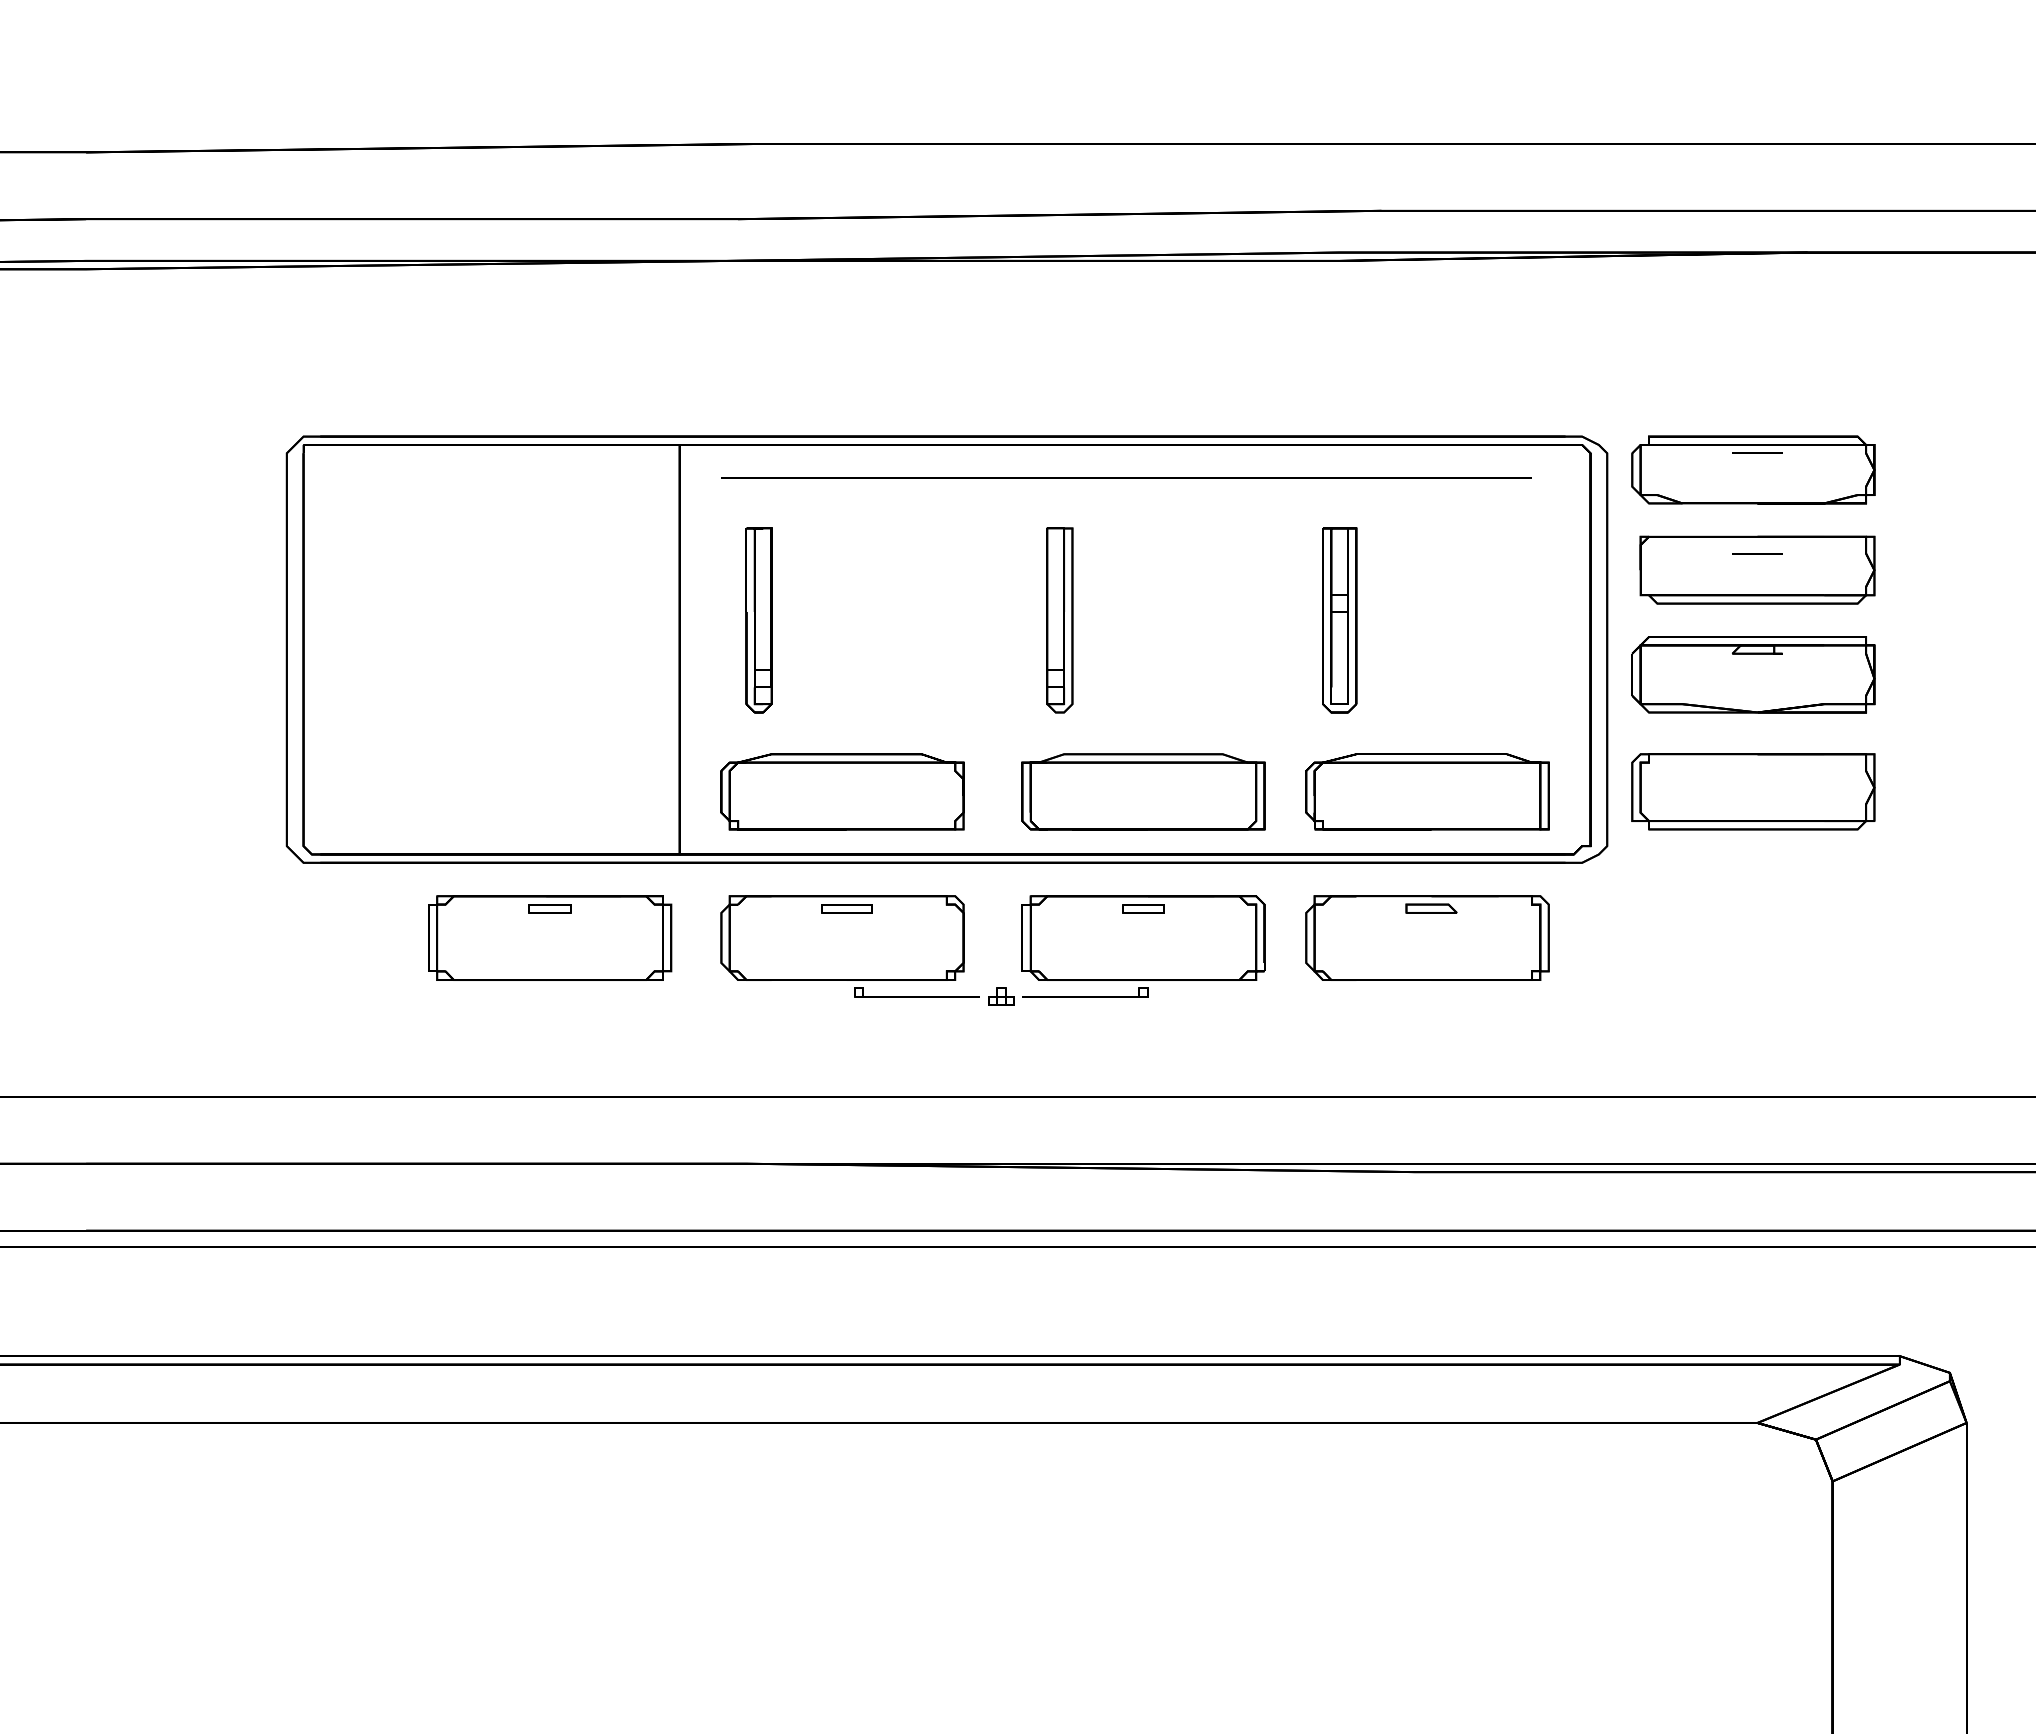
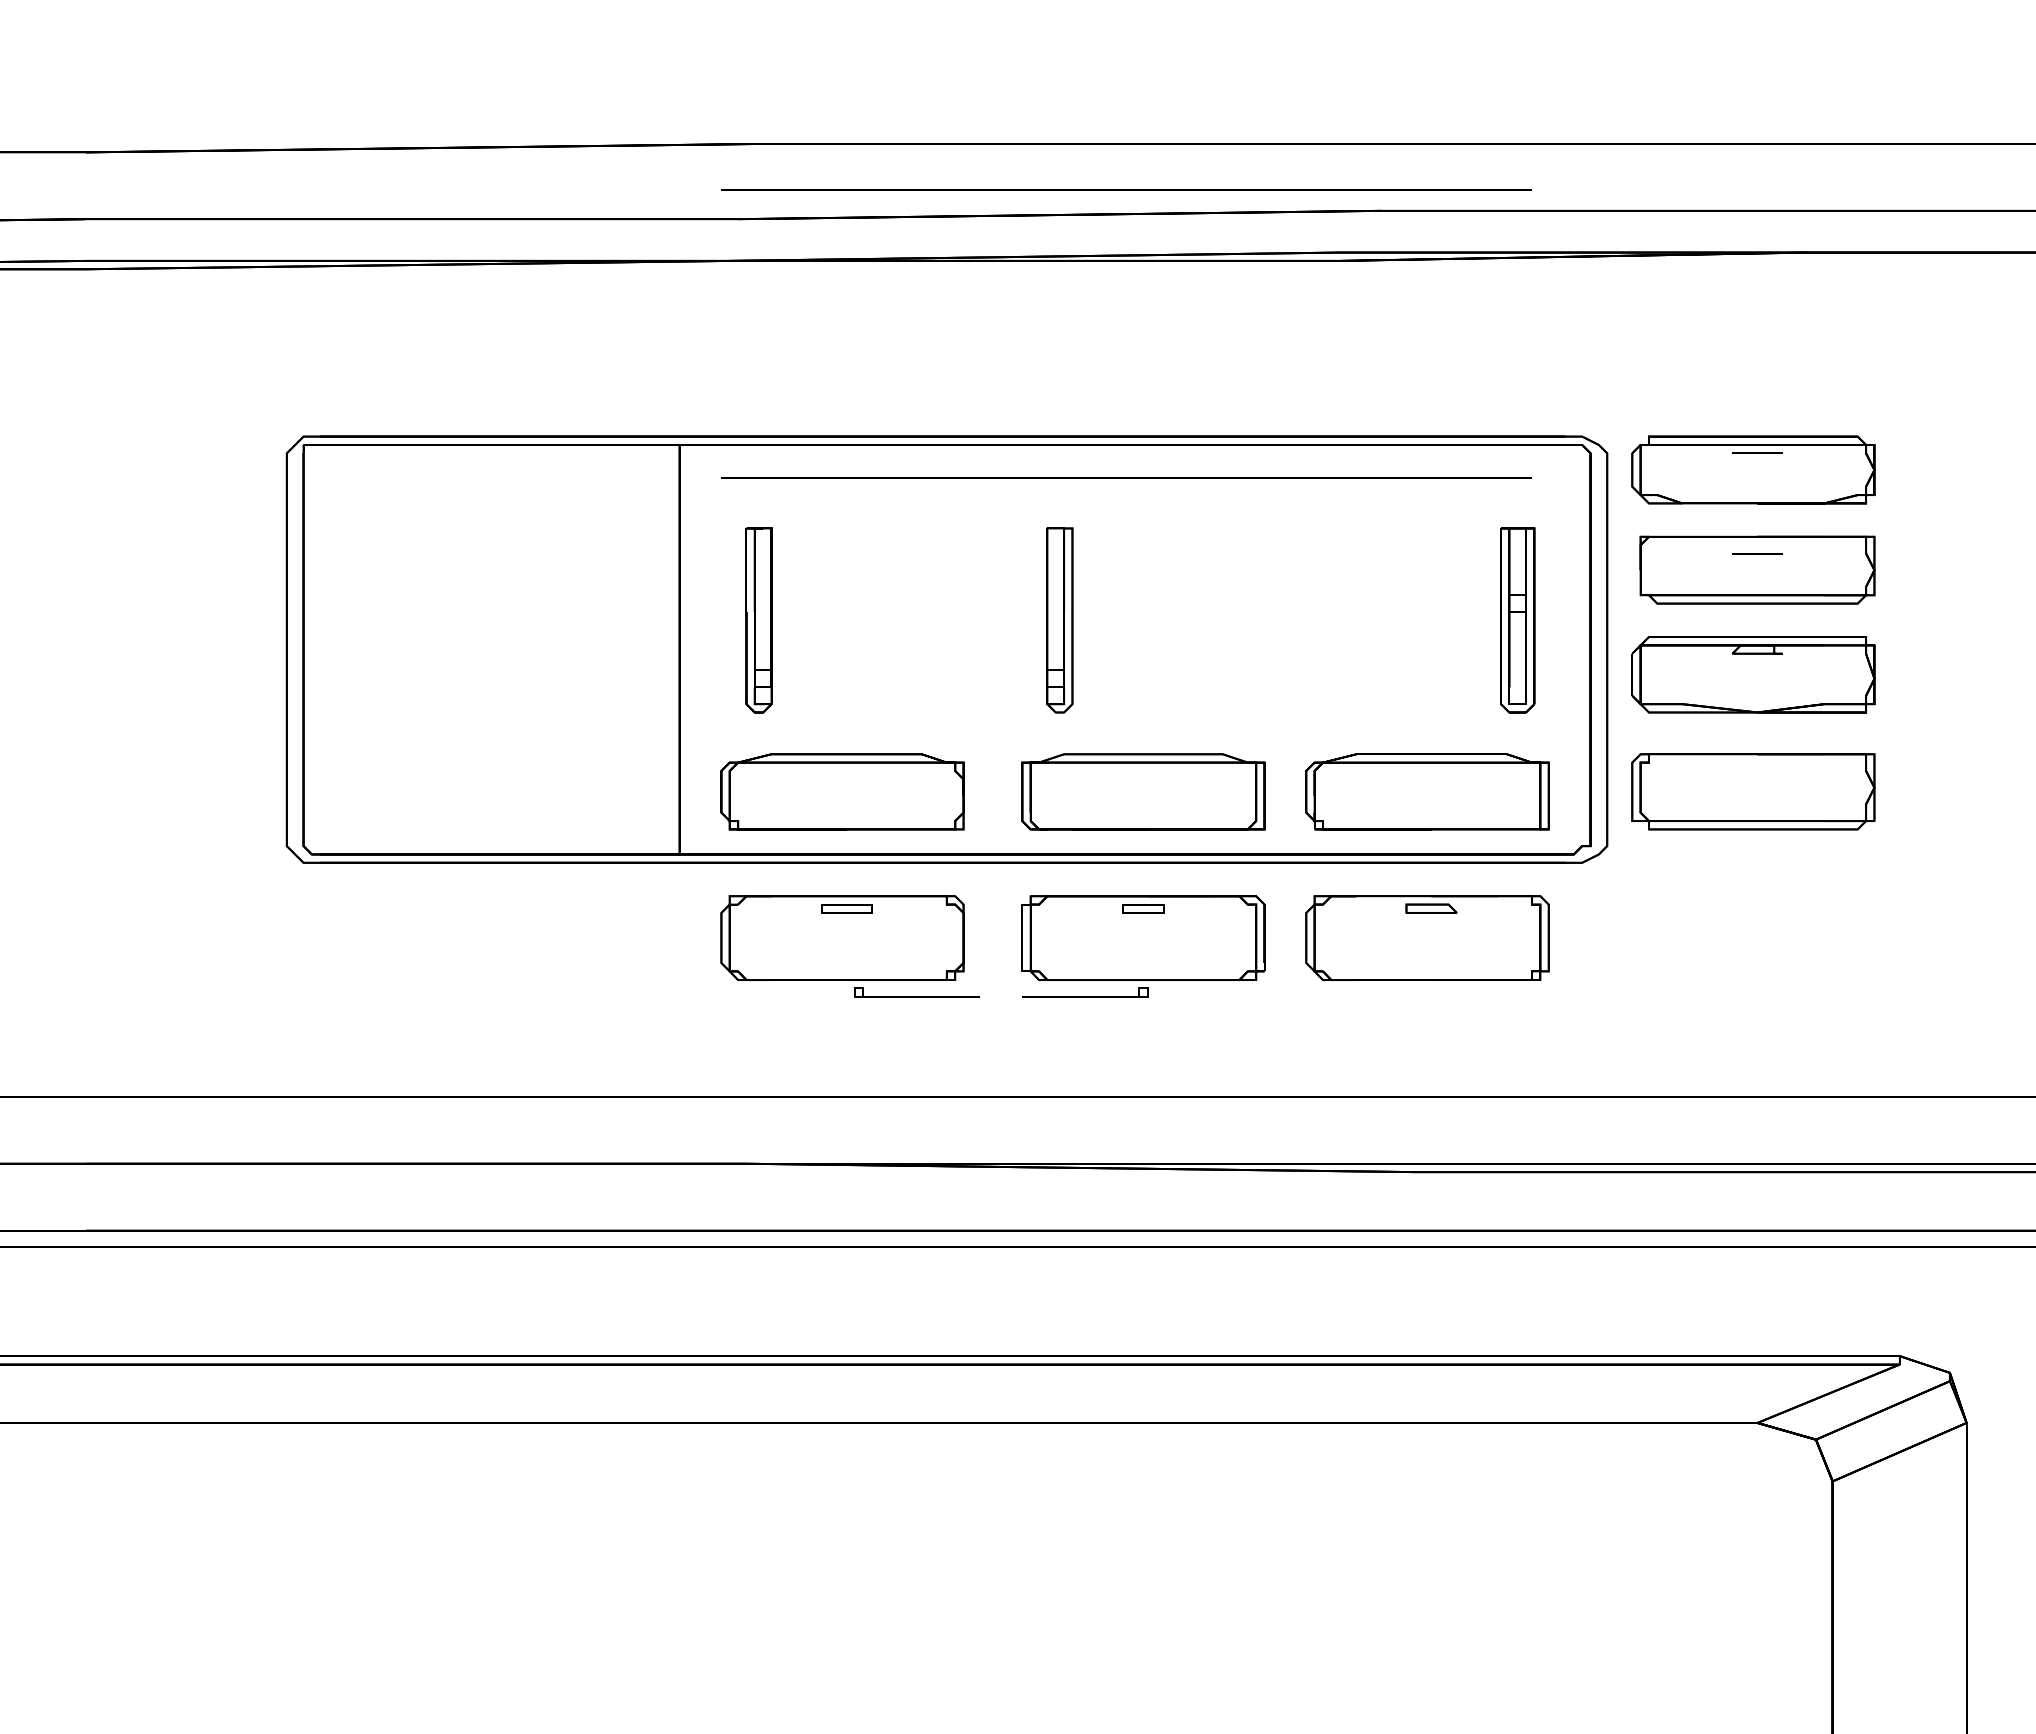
line at (1126, 189): none -> present
part at (1339, 620) position: (1339, 620) -> (1517, 620)
part at (550, 937): present -> none
part at (1001, 996): present -> none
